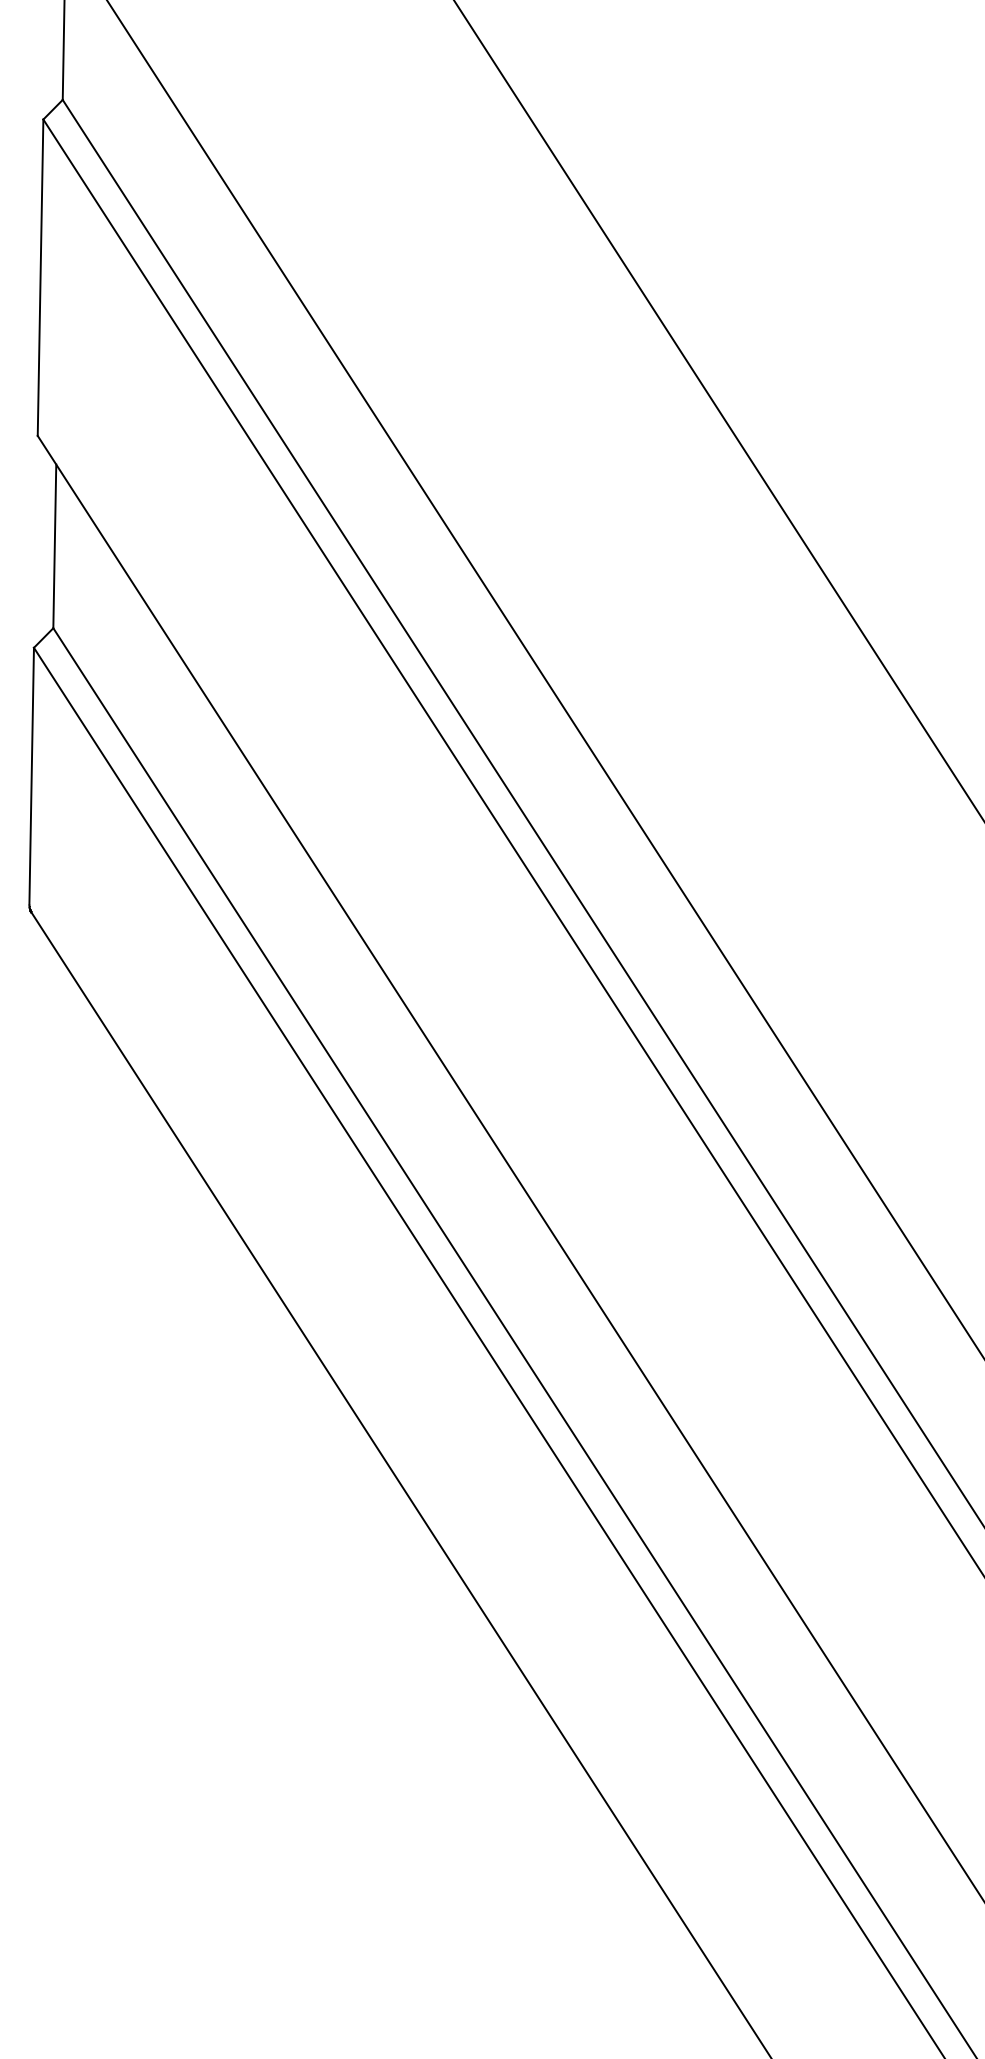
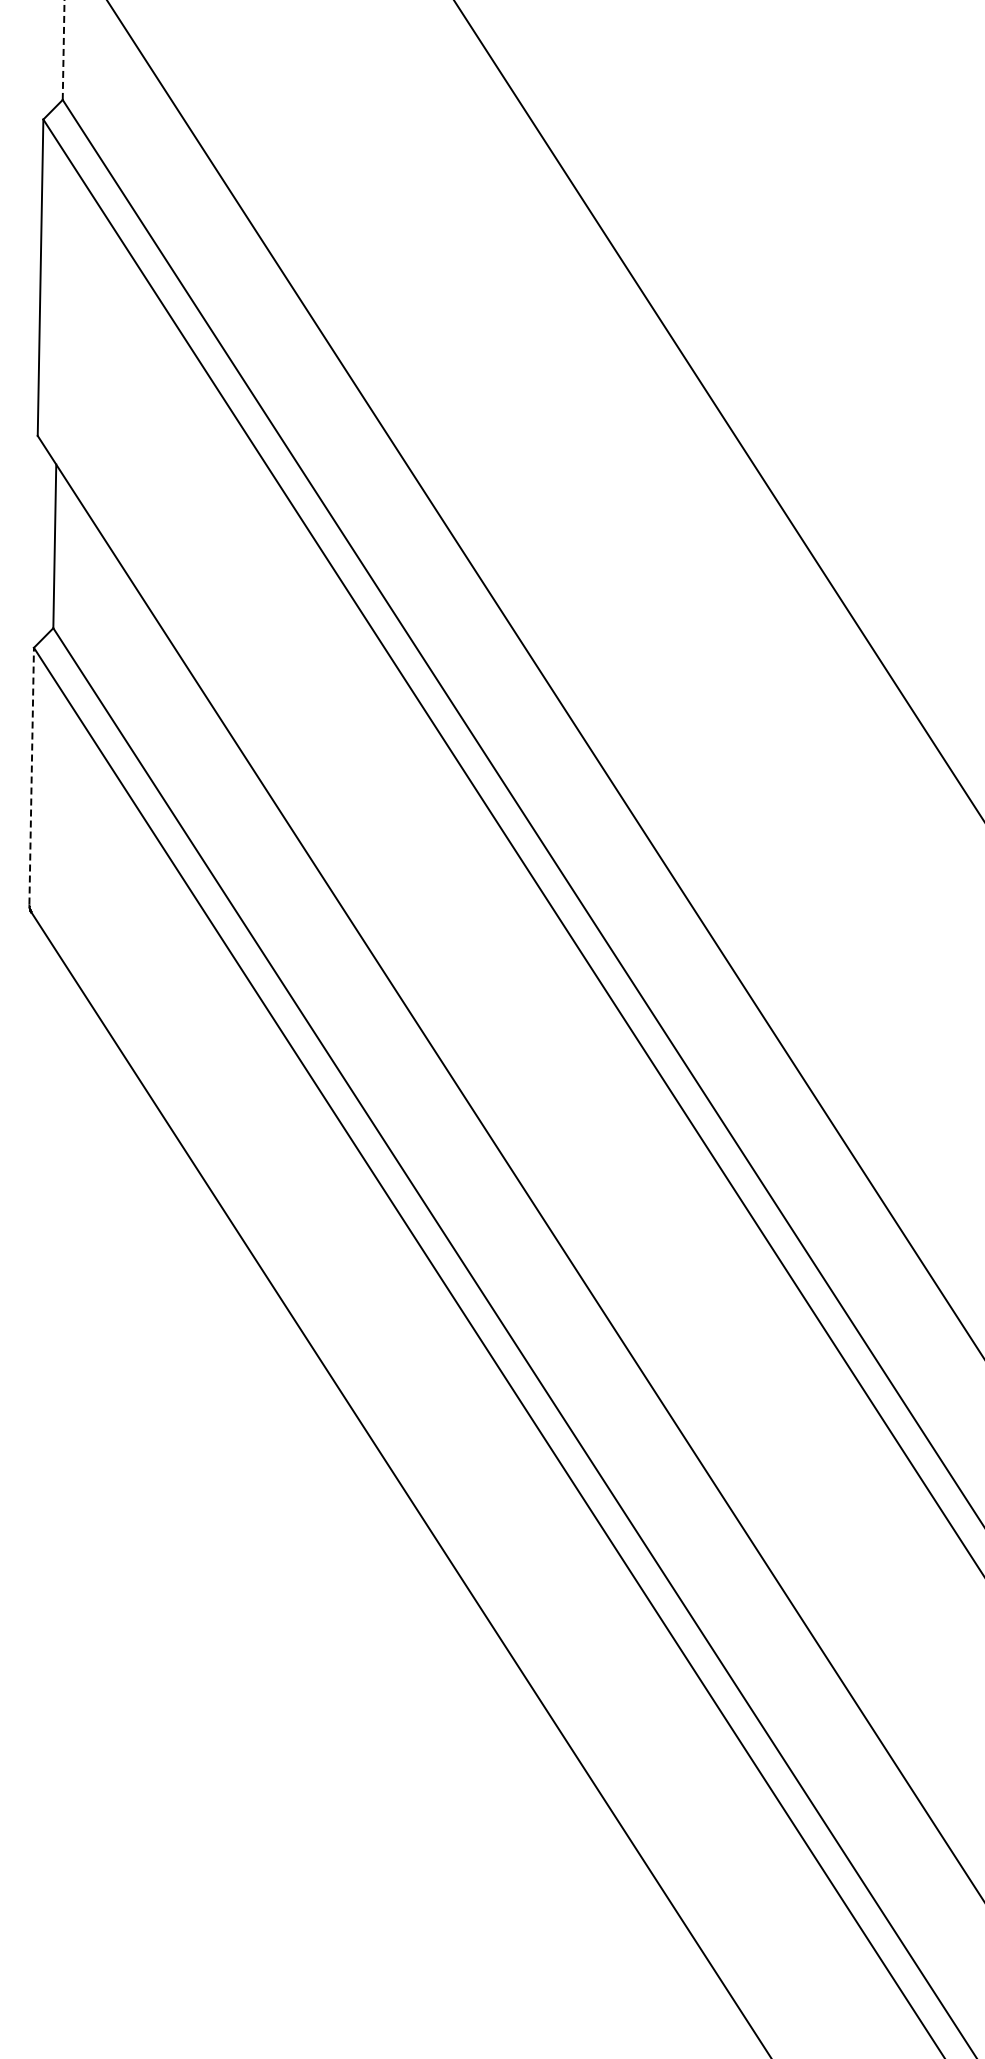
line at (63, 50): solid -> dashed
line at (31, 775): solid -> dashed
